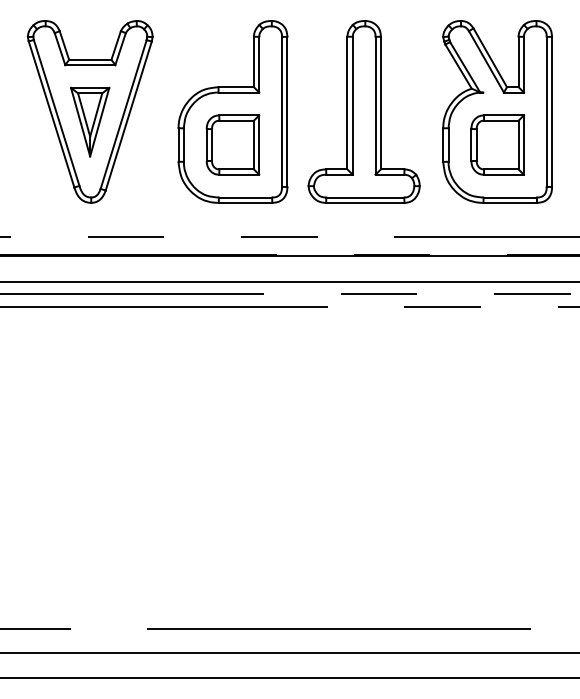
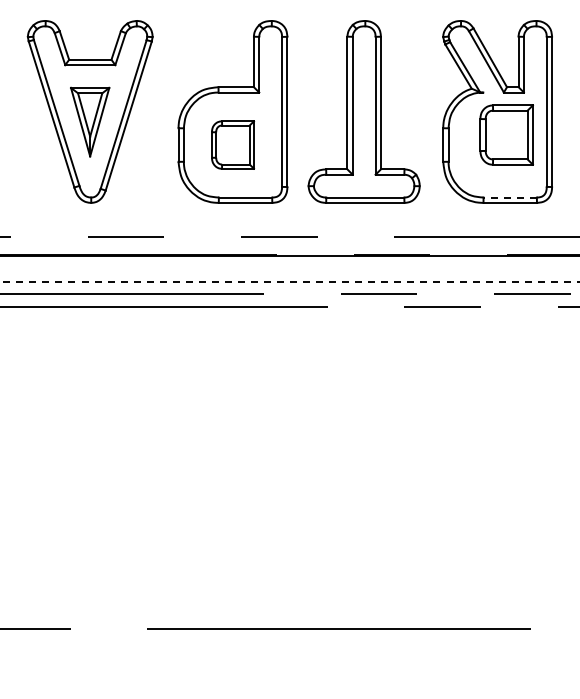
part at (232, 144) size: 56x62 px -> 45x50 px
part at (497, 144) position: (497, 144) -> (506, 134)
line at (510, 197): solid -> dashed
line at (289, 282): solid -> dashed
line at (289, 653): present -> none
line at (289, 678): present -> none
